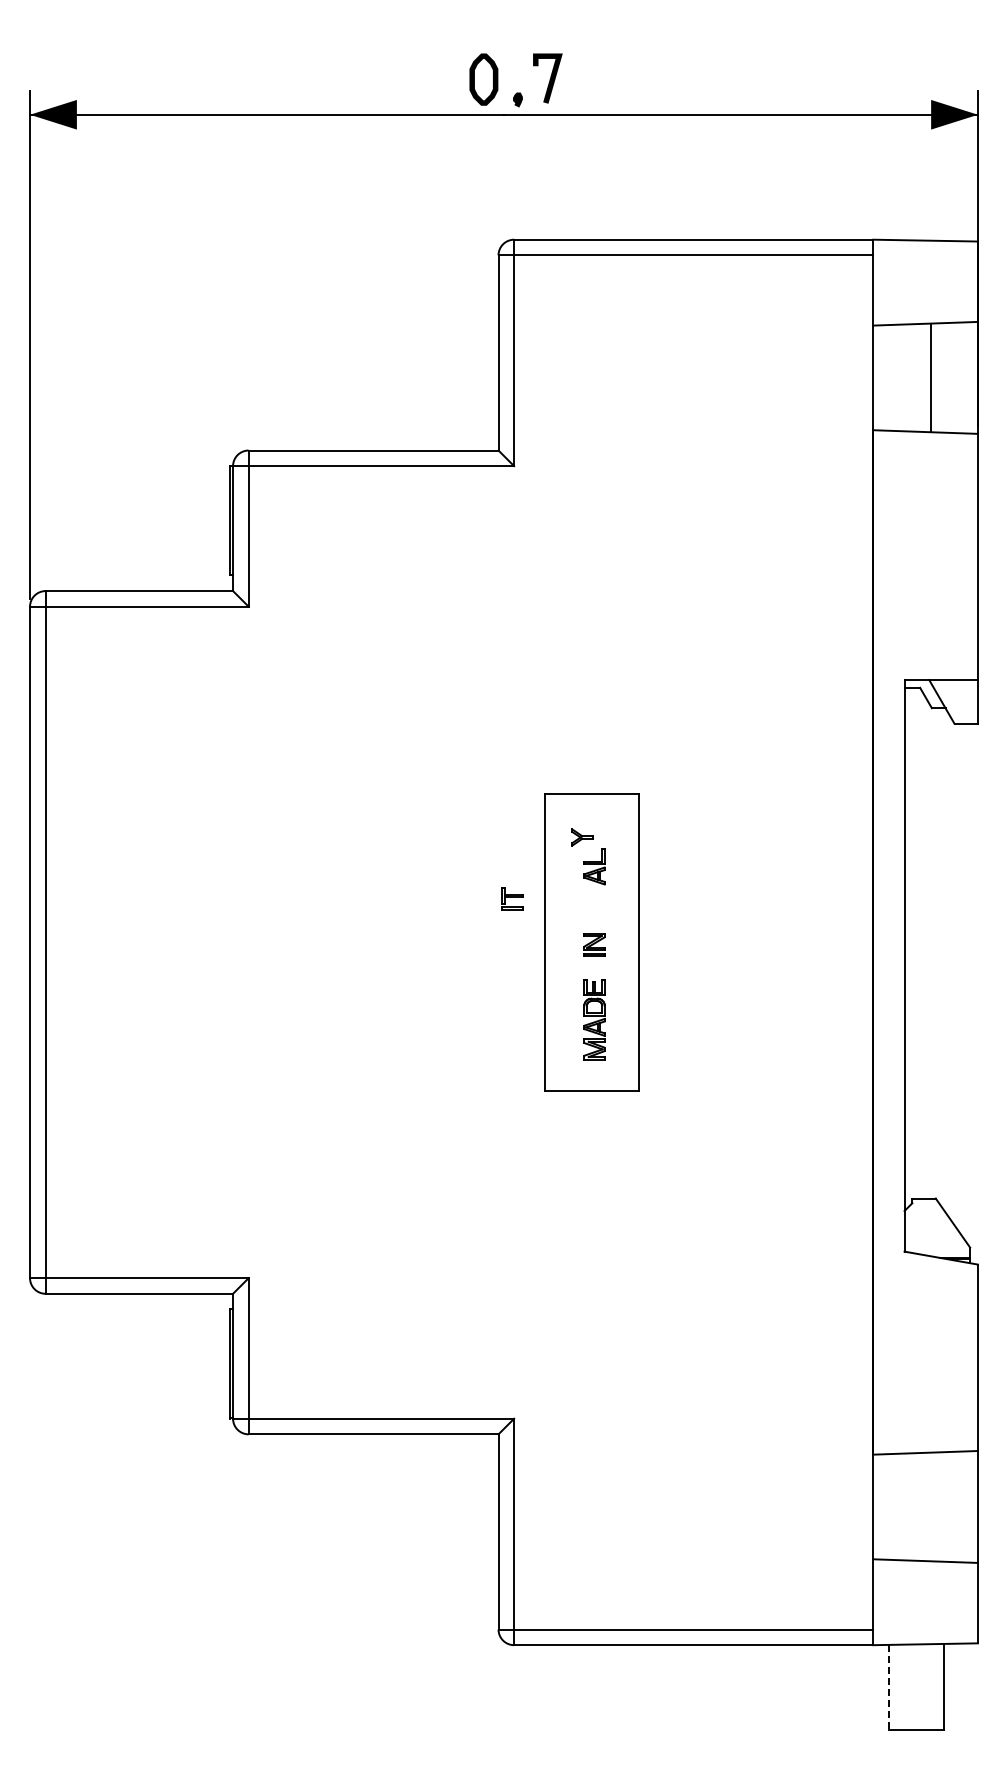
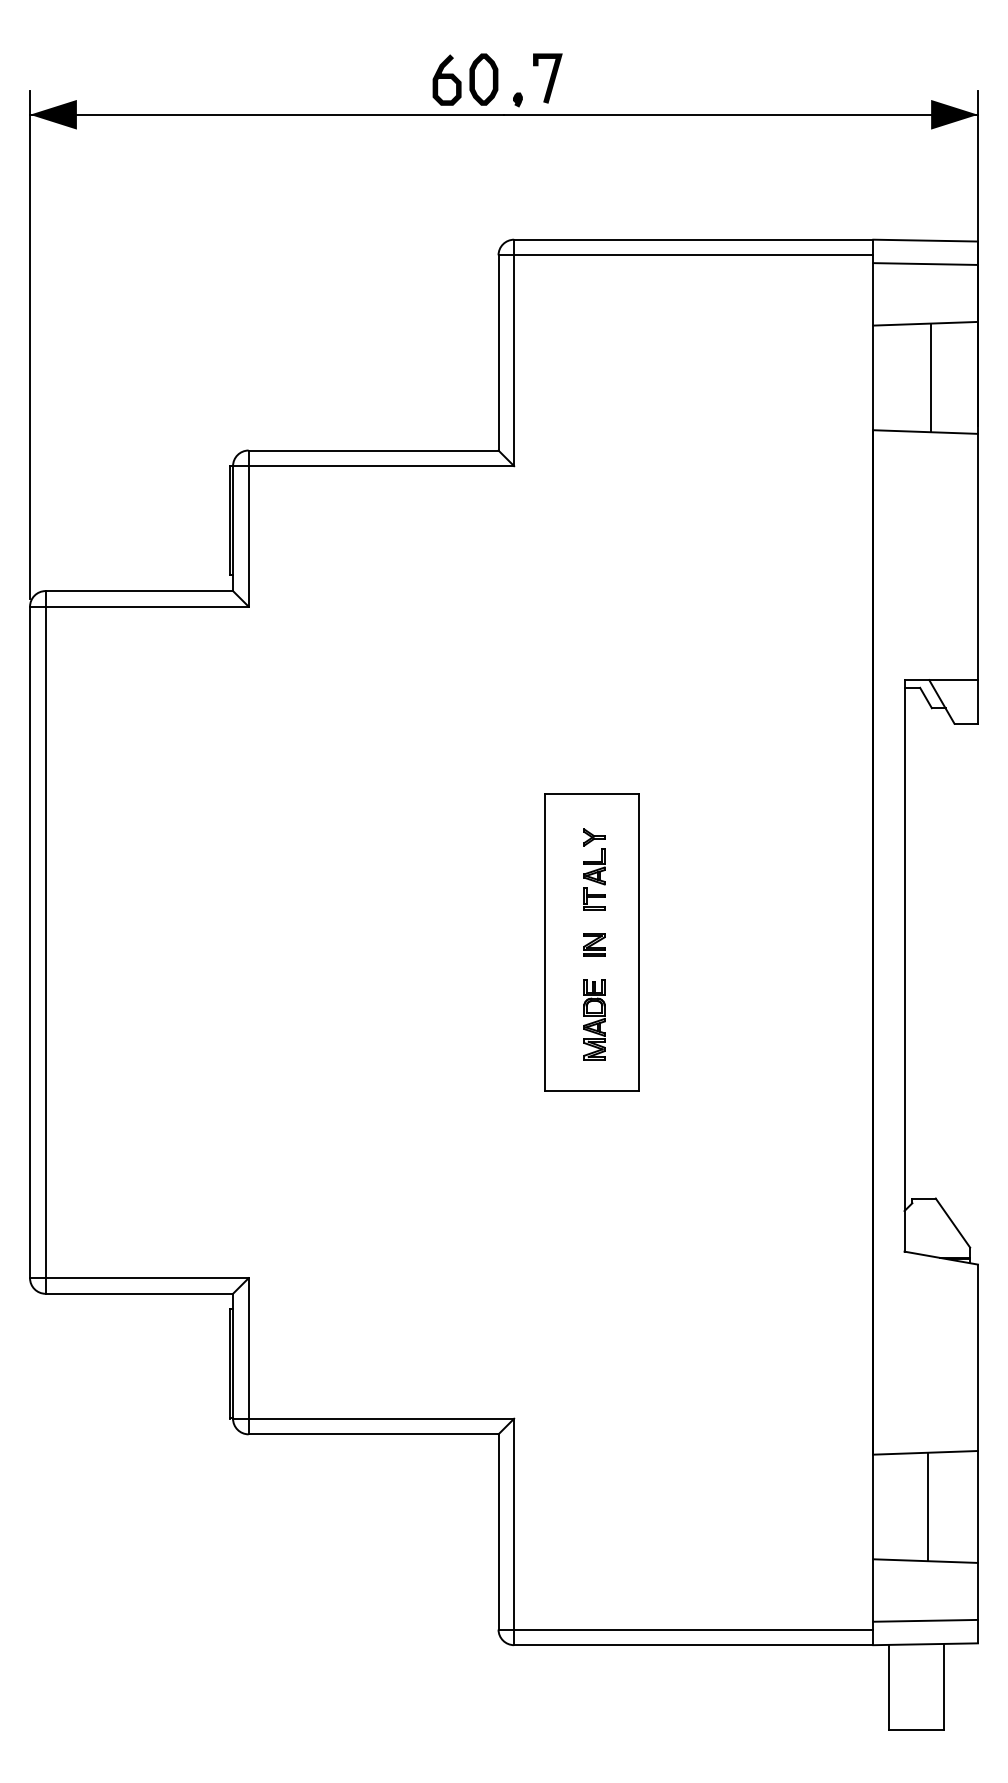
curve at (446, 78): none -> present
line at (925, 263): none -> present
part at (582, 837) position: (582, 837) -> (594, 837)
part at (512, 898) position: (512, 898) -> (594, 898)
line at (927, 1506): none -> present
line at (925, 1620): none -> present
line at (888, 1687): dashed -> solid
